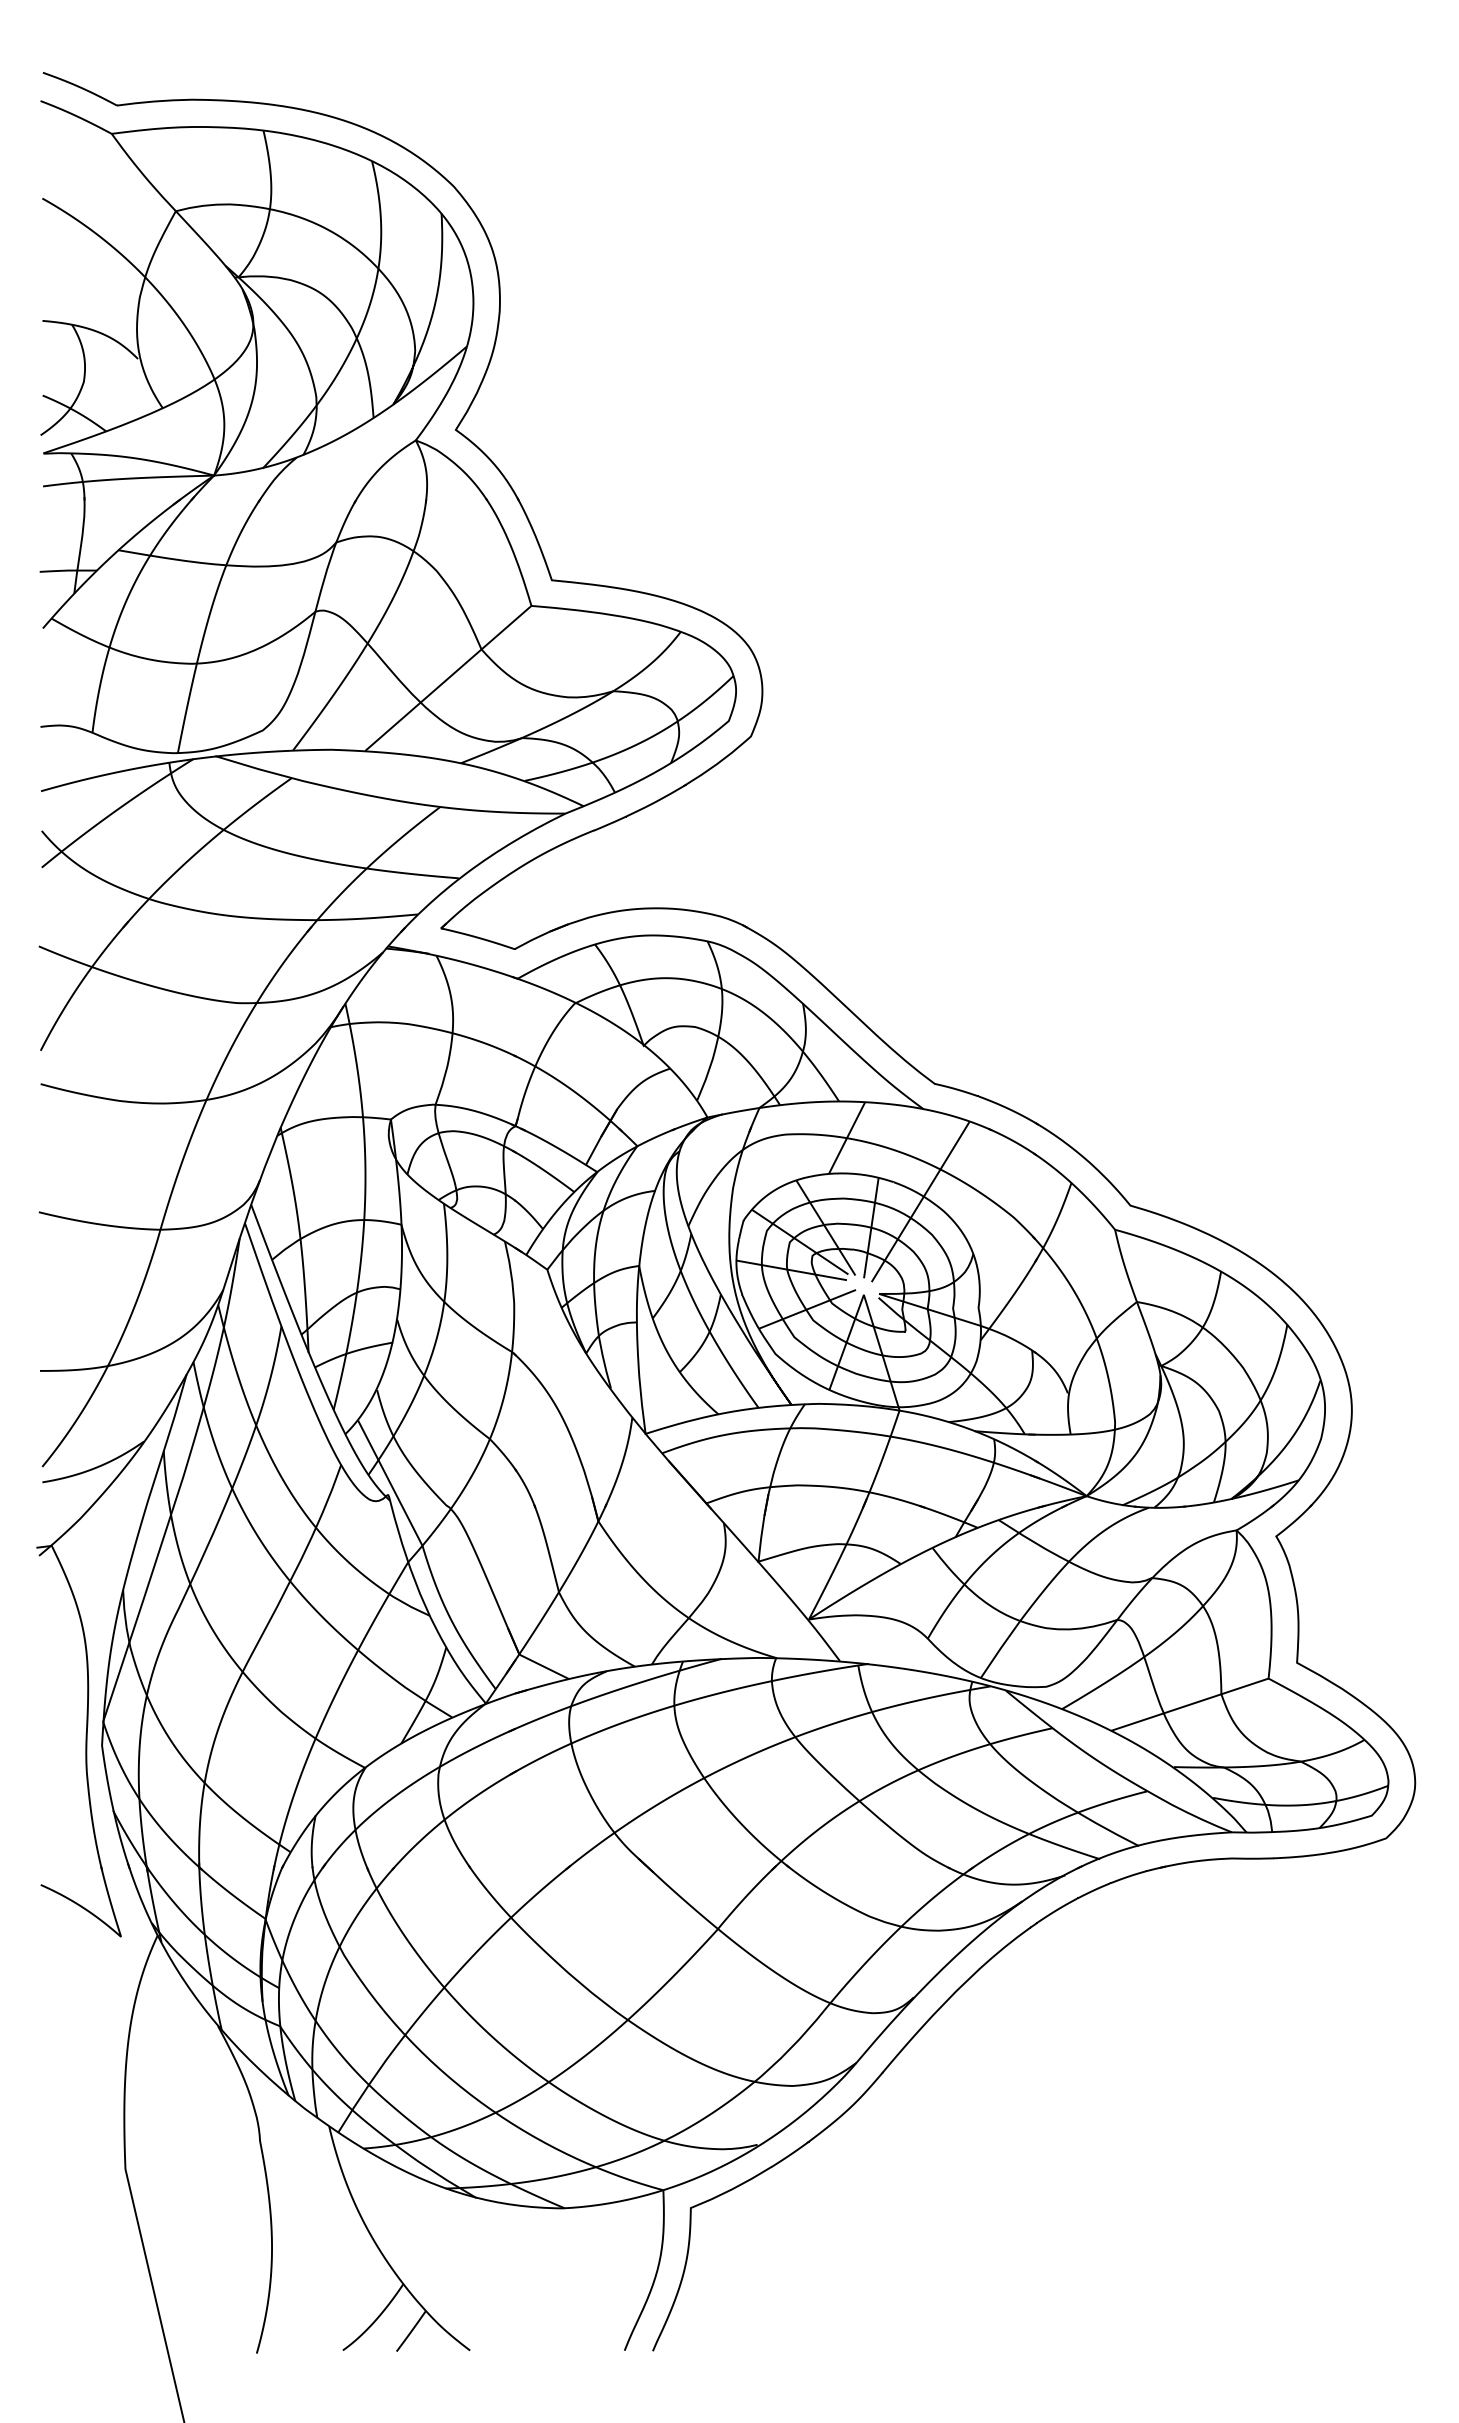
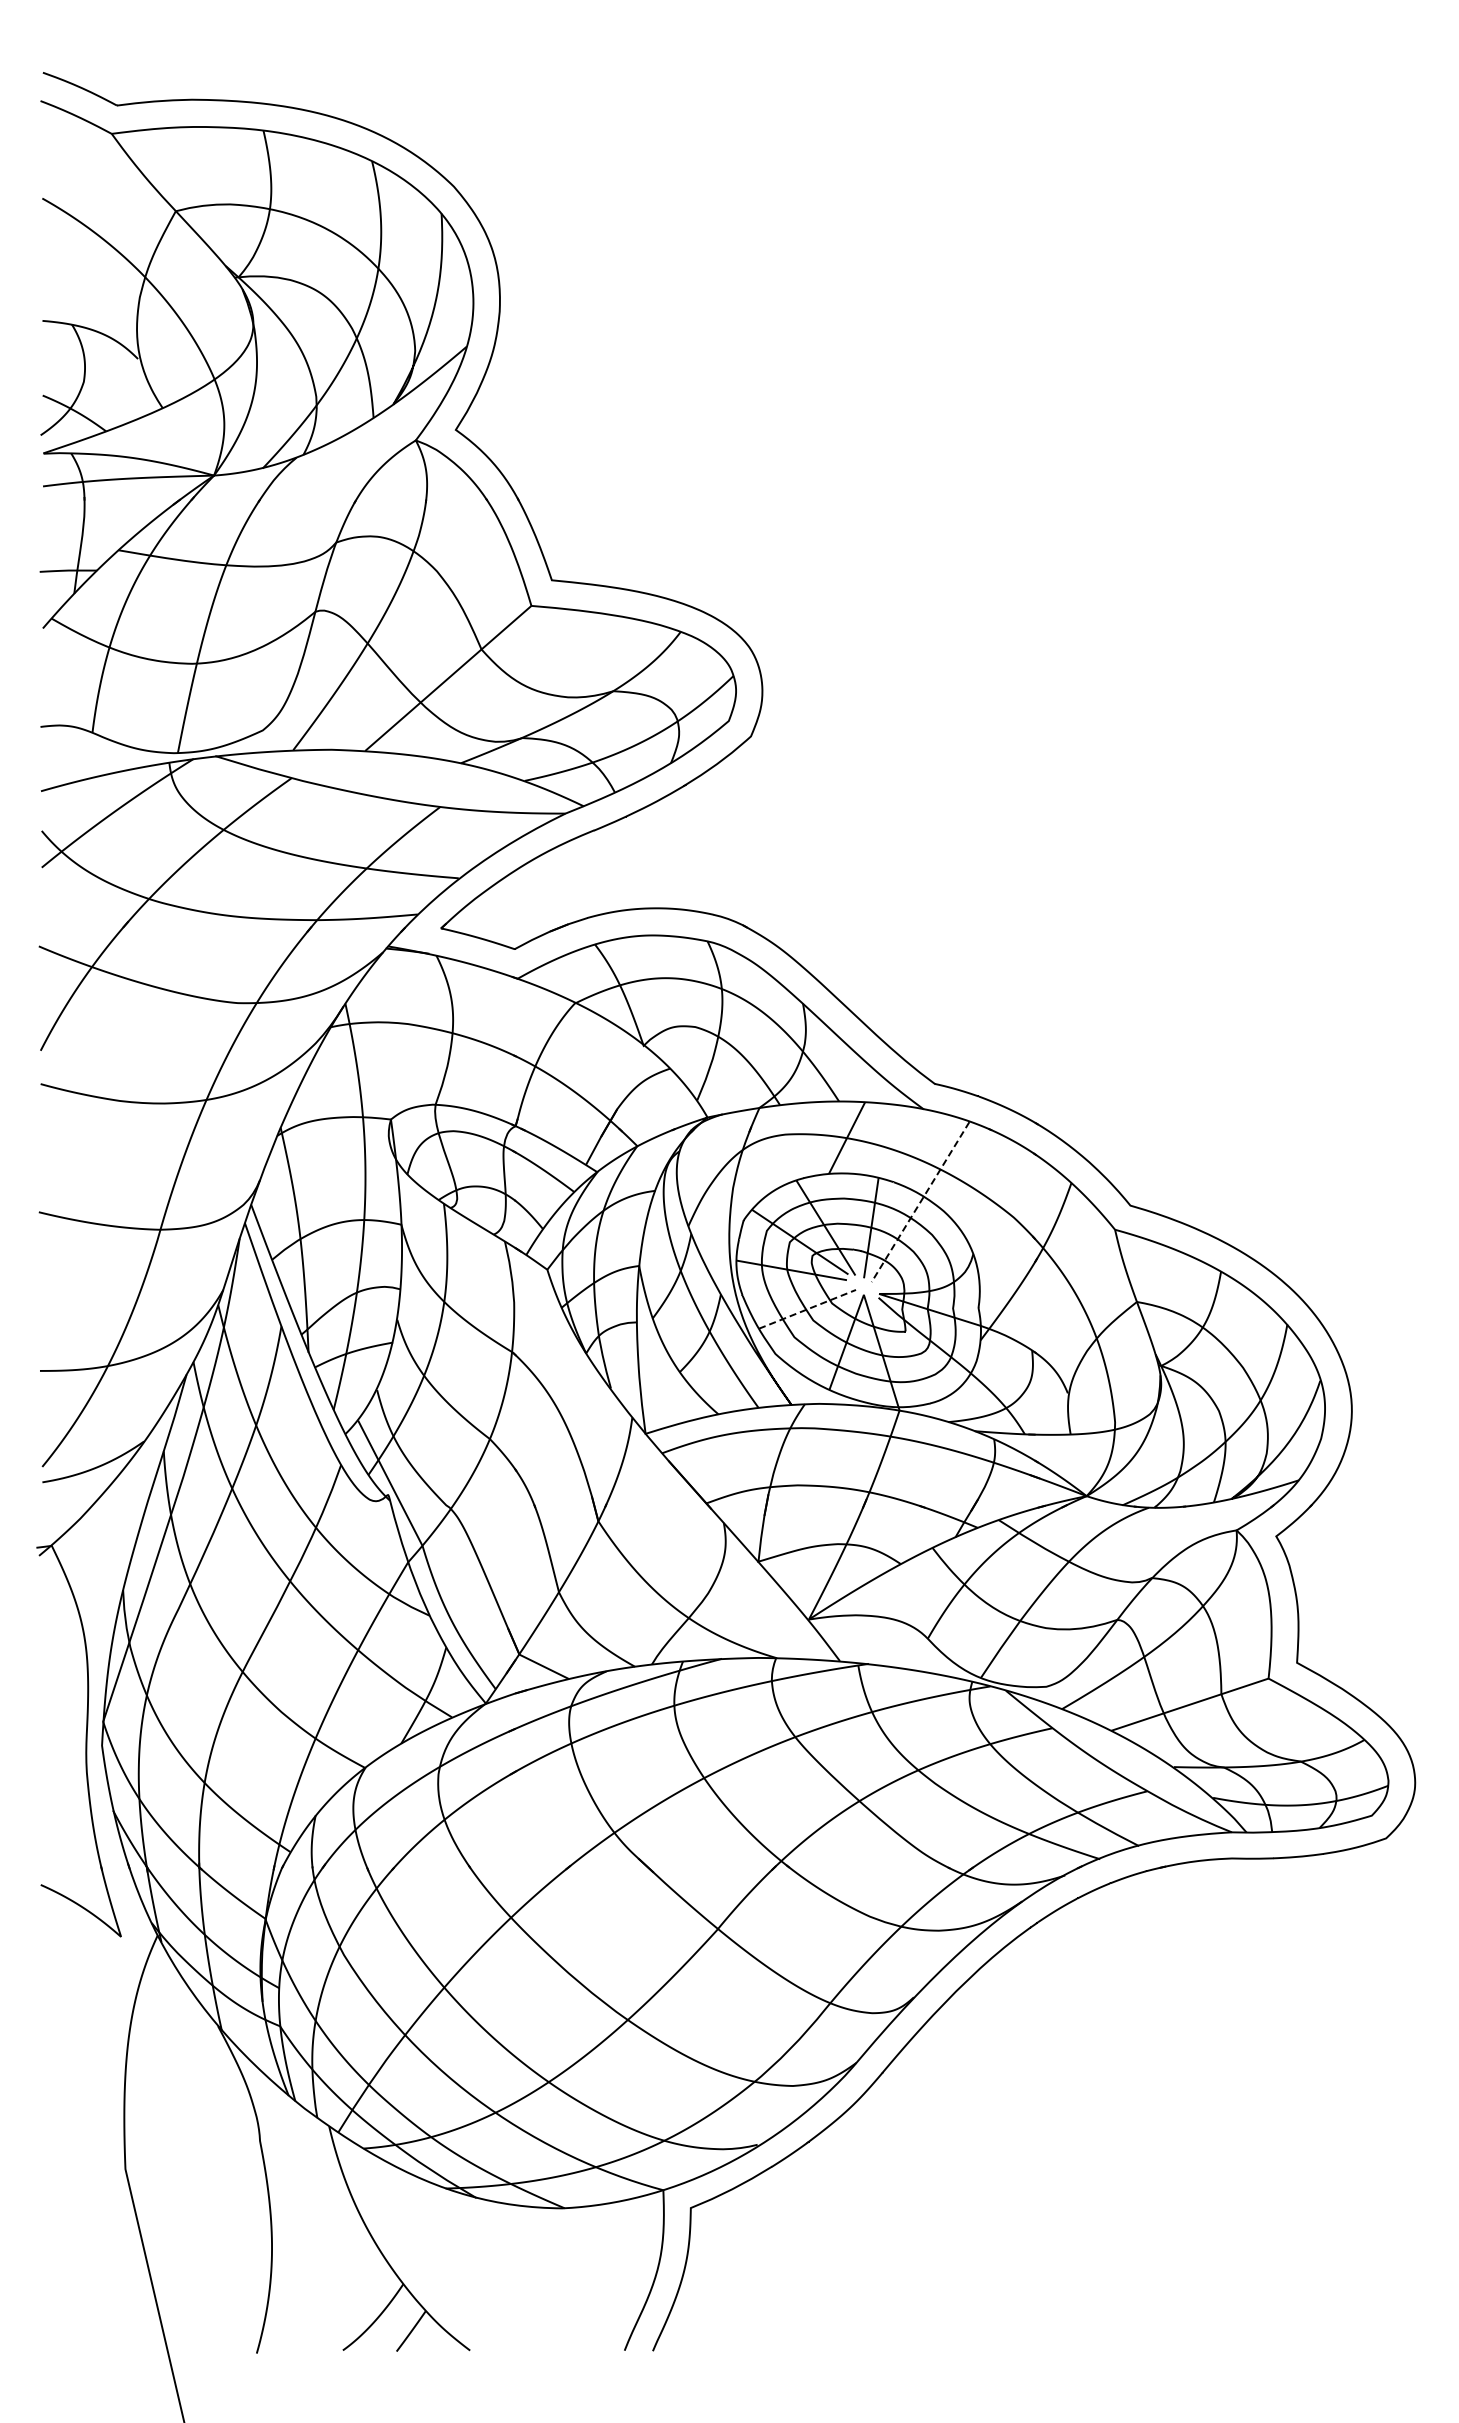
line at (920, 1202): solid -> dashed
line at (808, 1309): solid -> dashed
